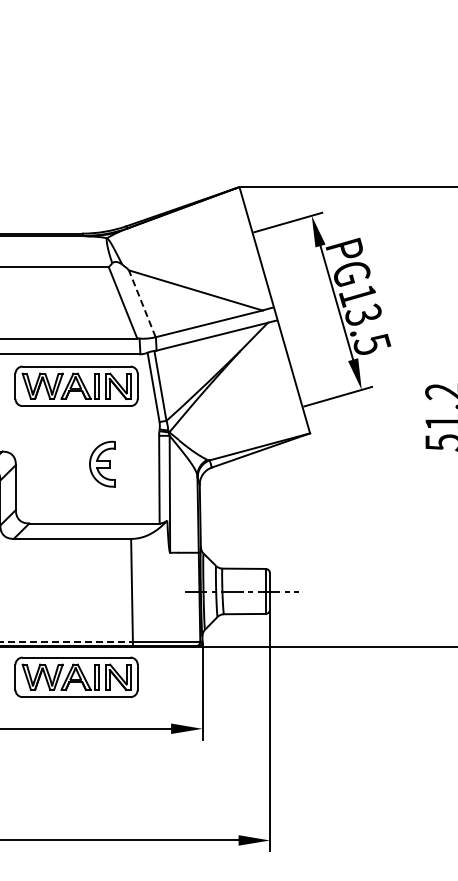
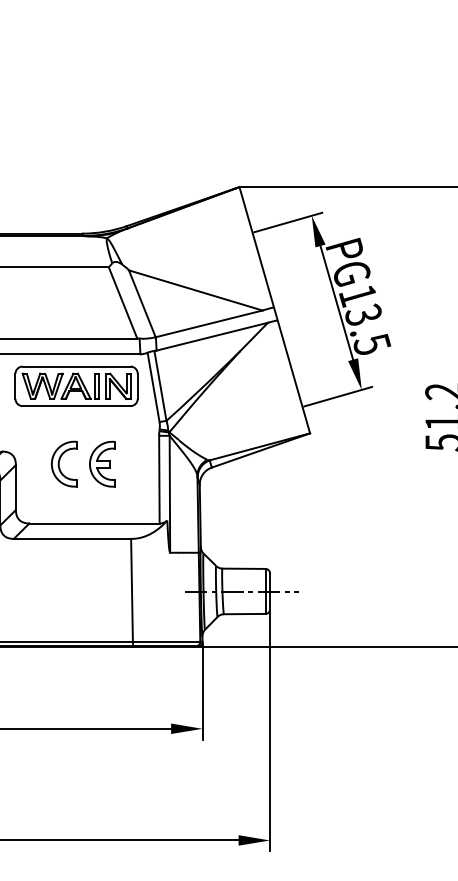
line at (142, 303): dashed -> solid
part at (64, 463): none -> present
line at (66, 641): dashed -> solid
part at (76, 676): present -> none
